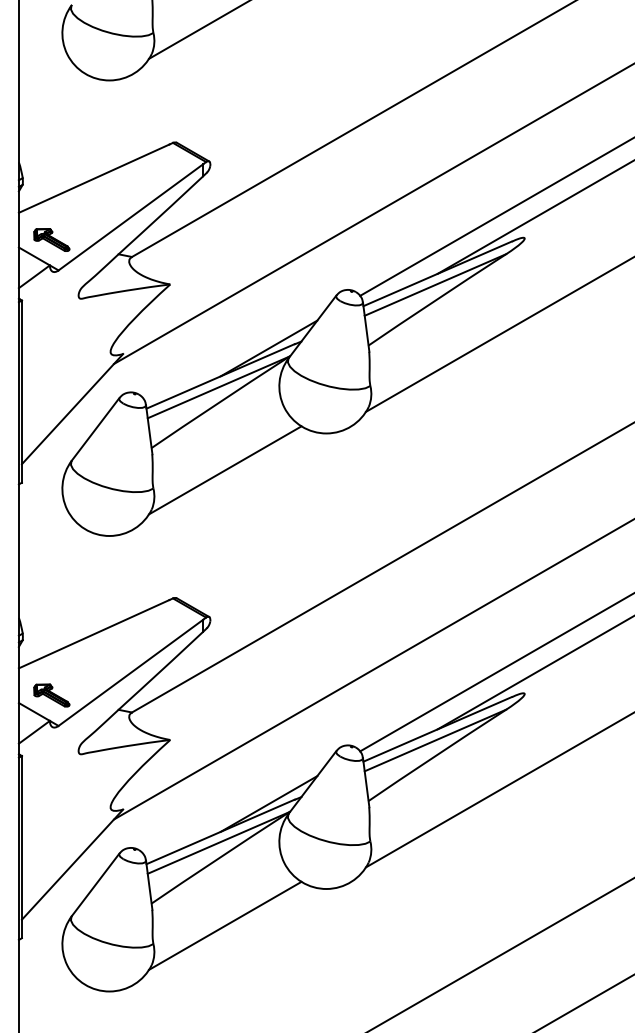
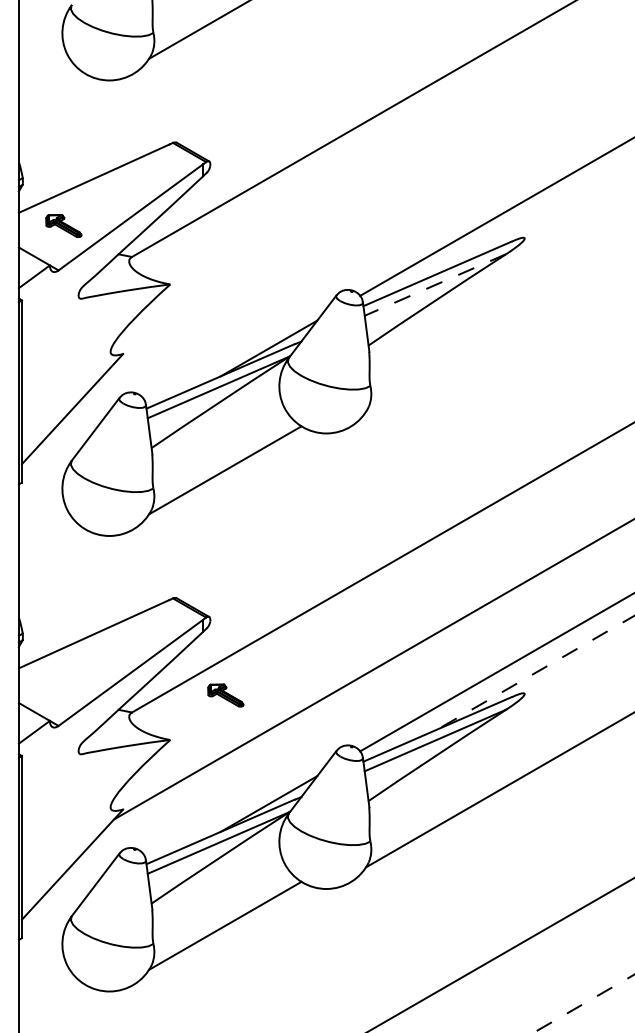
line at (372, 214): present -> none
line at (534, 217): present -> none
part at (51, 239) position: (51, 239) -> (63, 225)
line at (435, 285): solid -> dashed
line at (498, 334): present -> none
line at (535, 672): solid -> dashed
part at (51, 695) position: (51, 695) -> (225, 695)
line at (584, 1003): solid -> dashed
